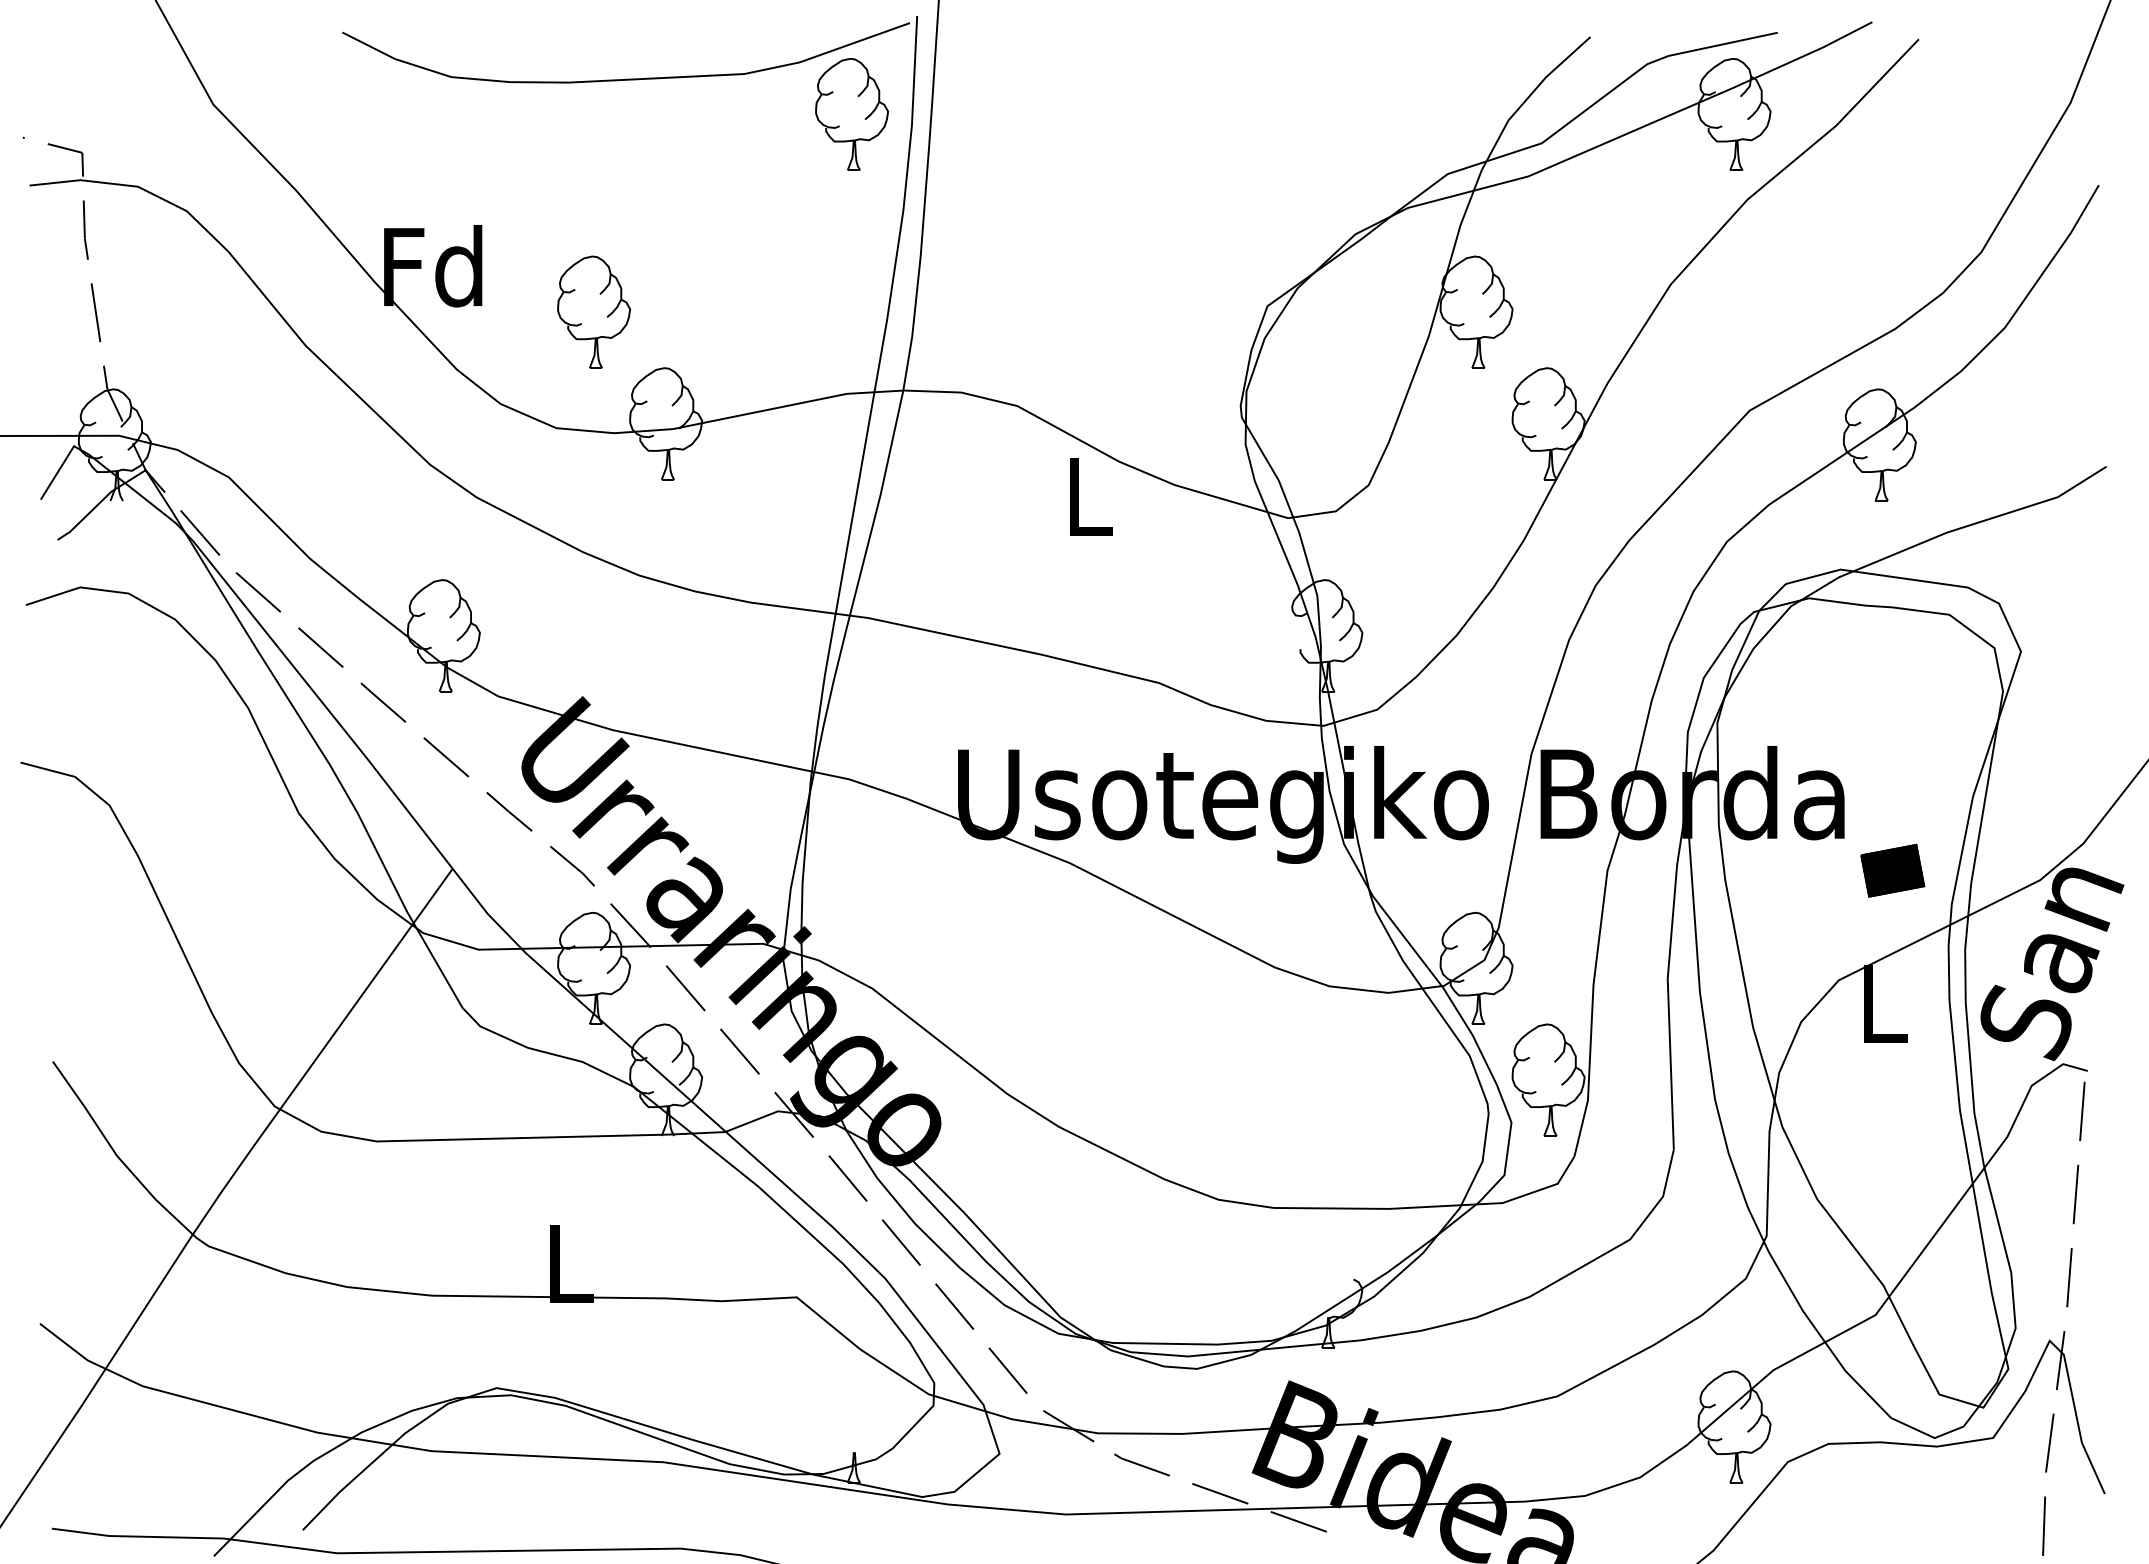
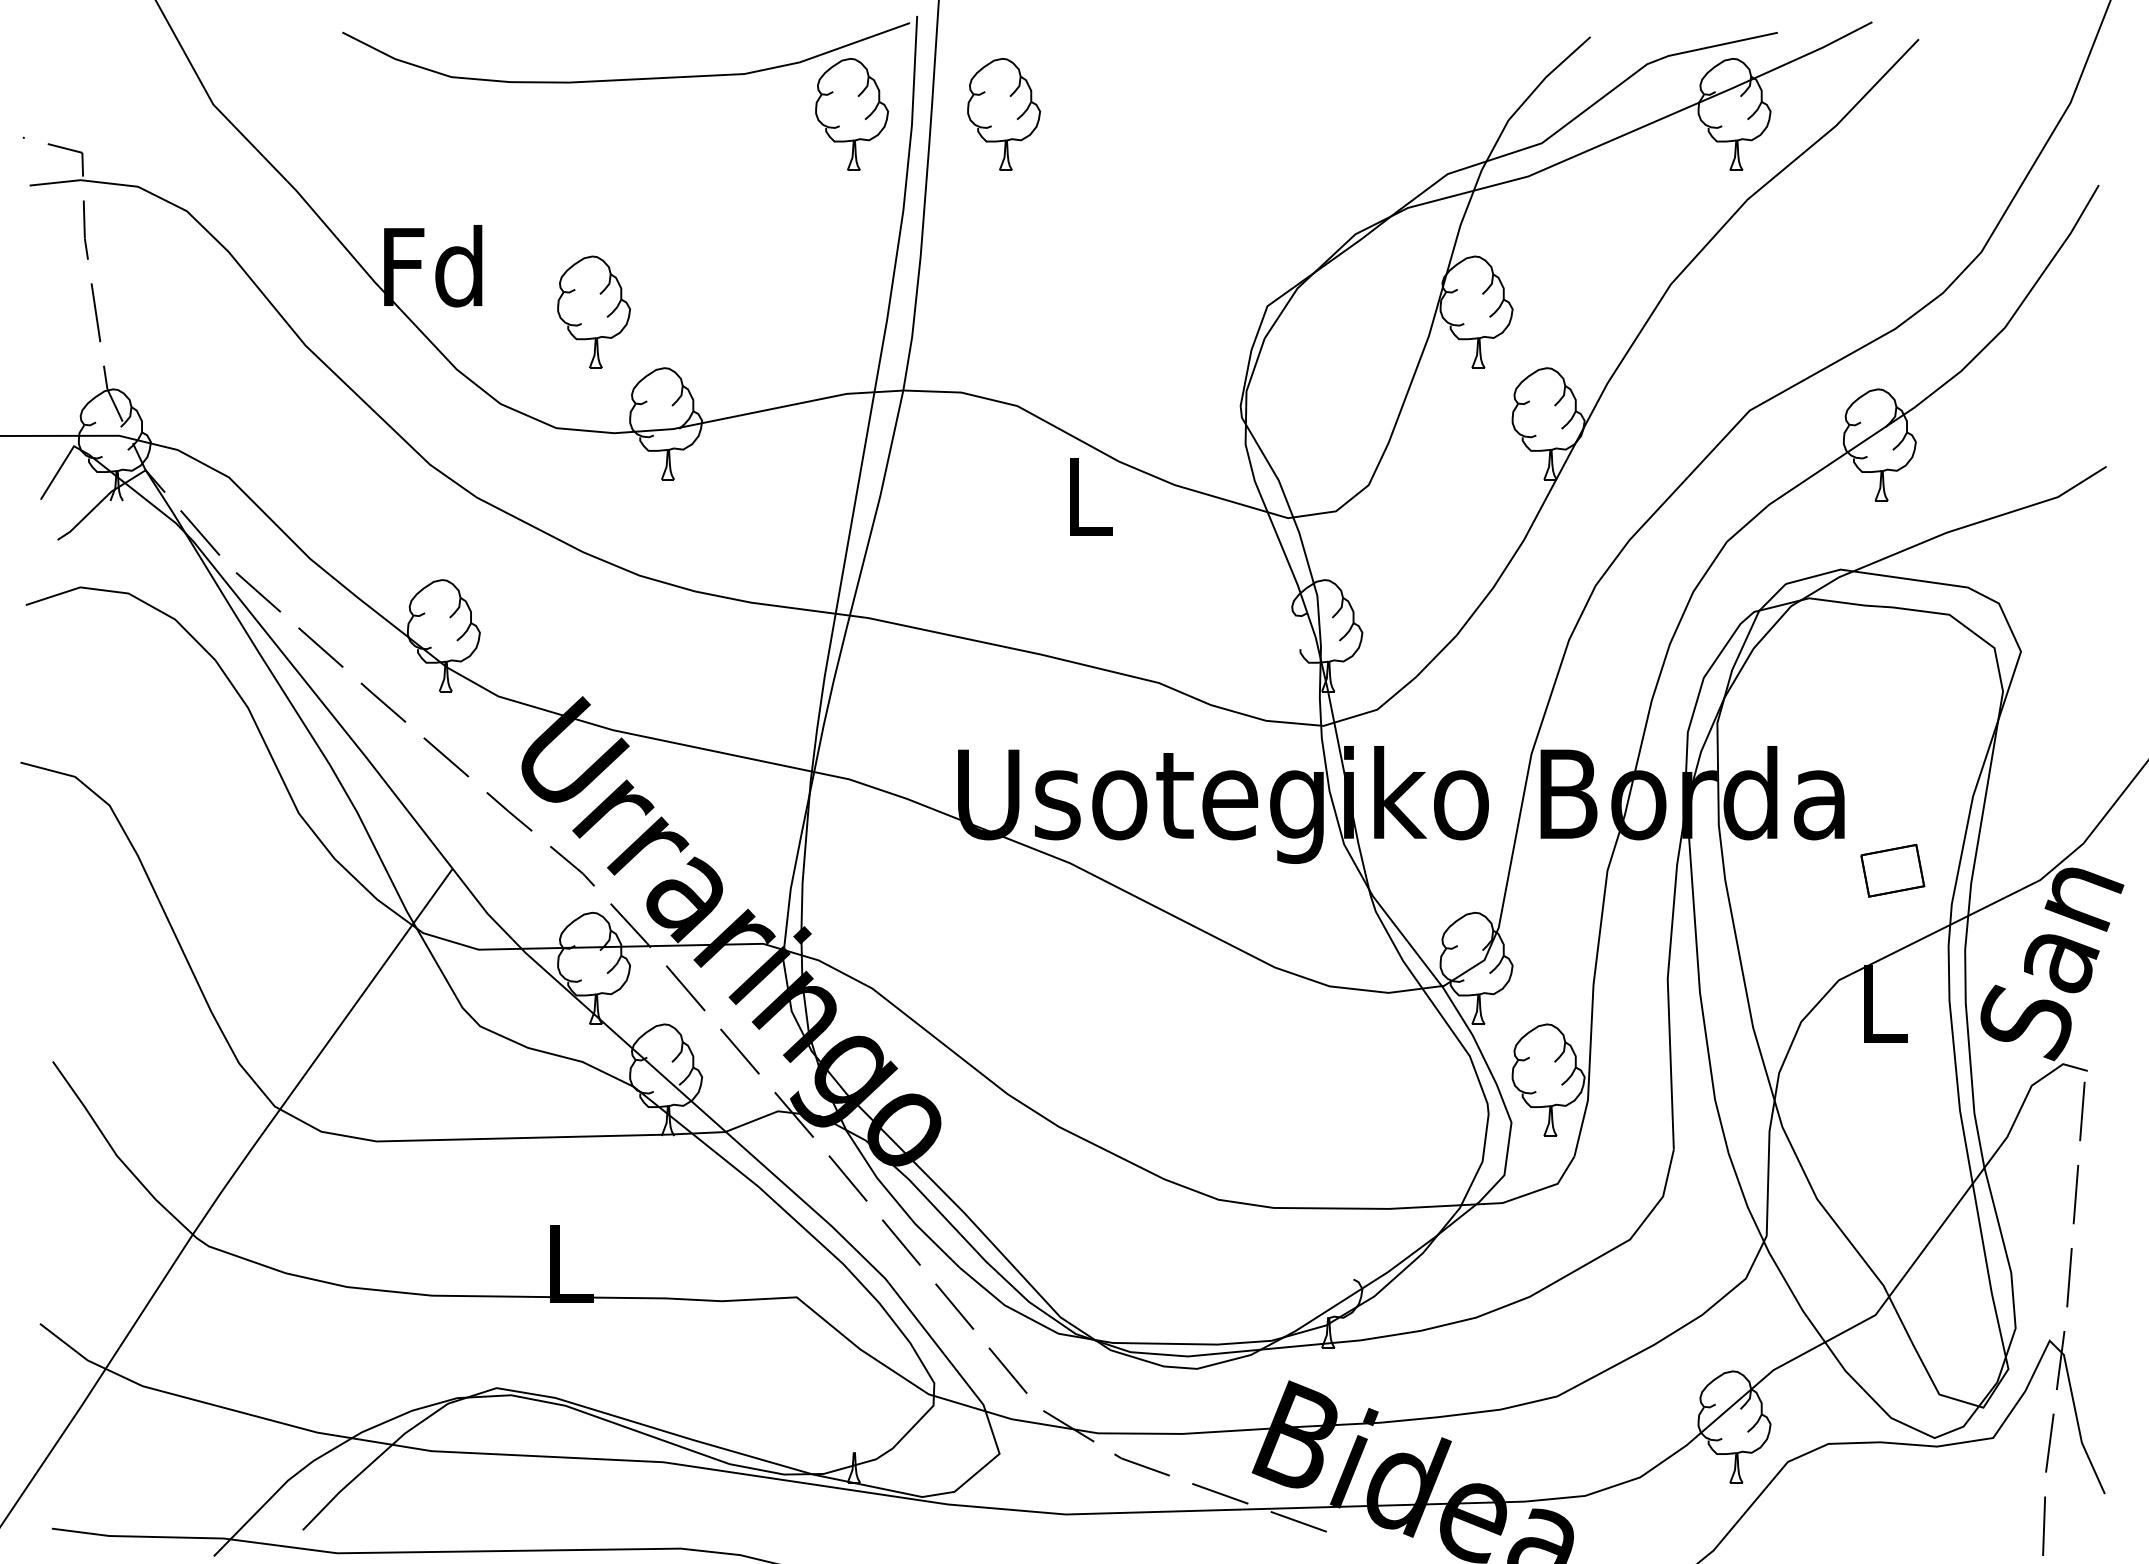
part at (1003, 114): none -> present
fill at (1892, 870): present -> none
